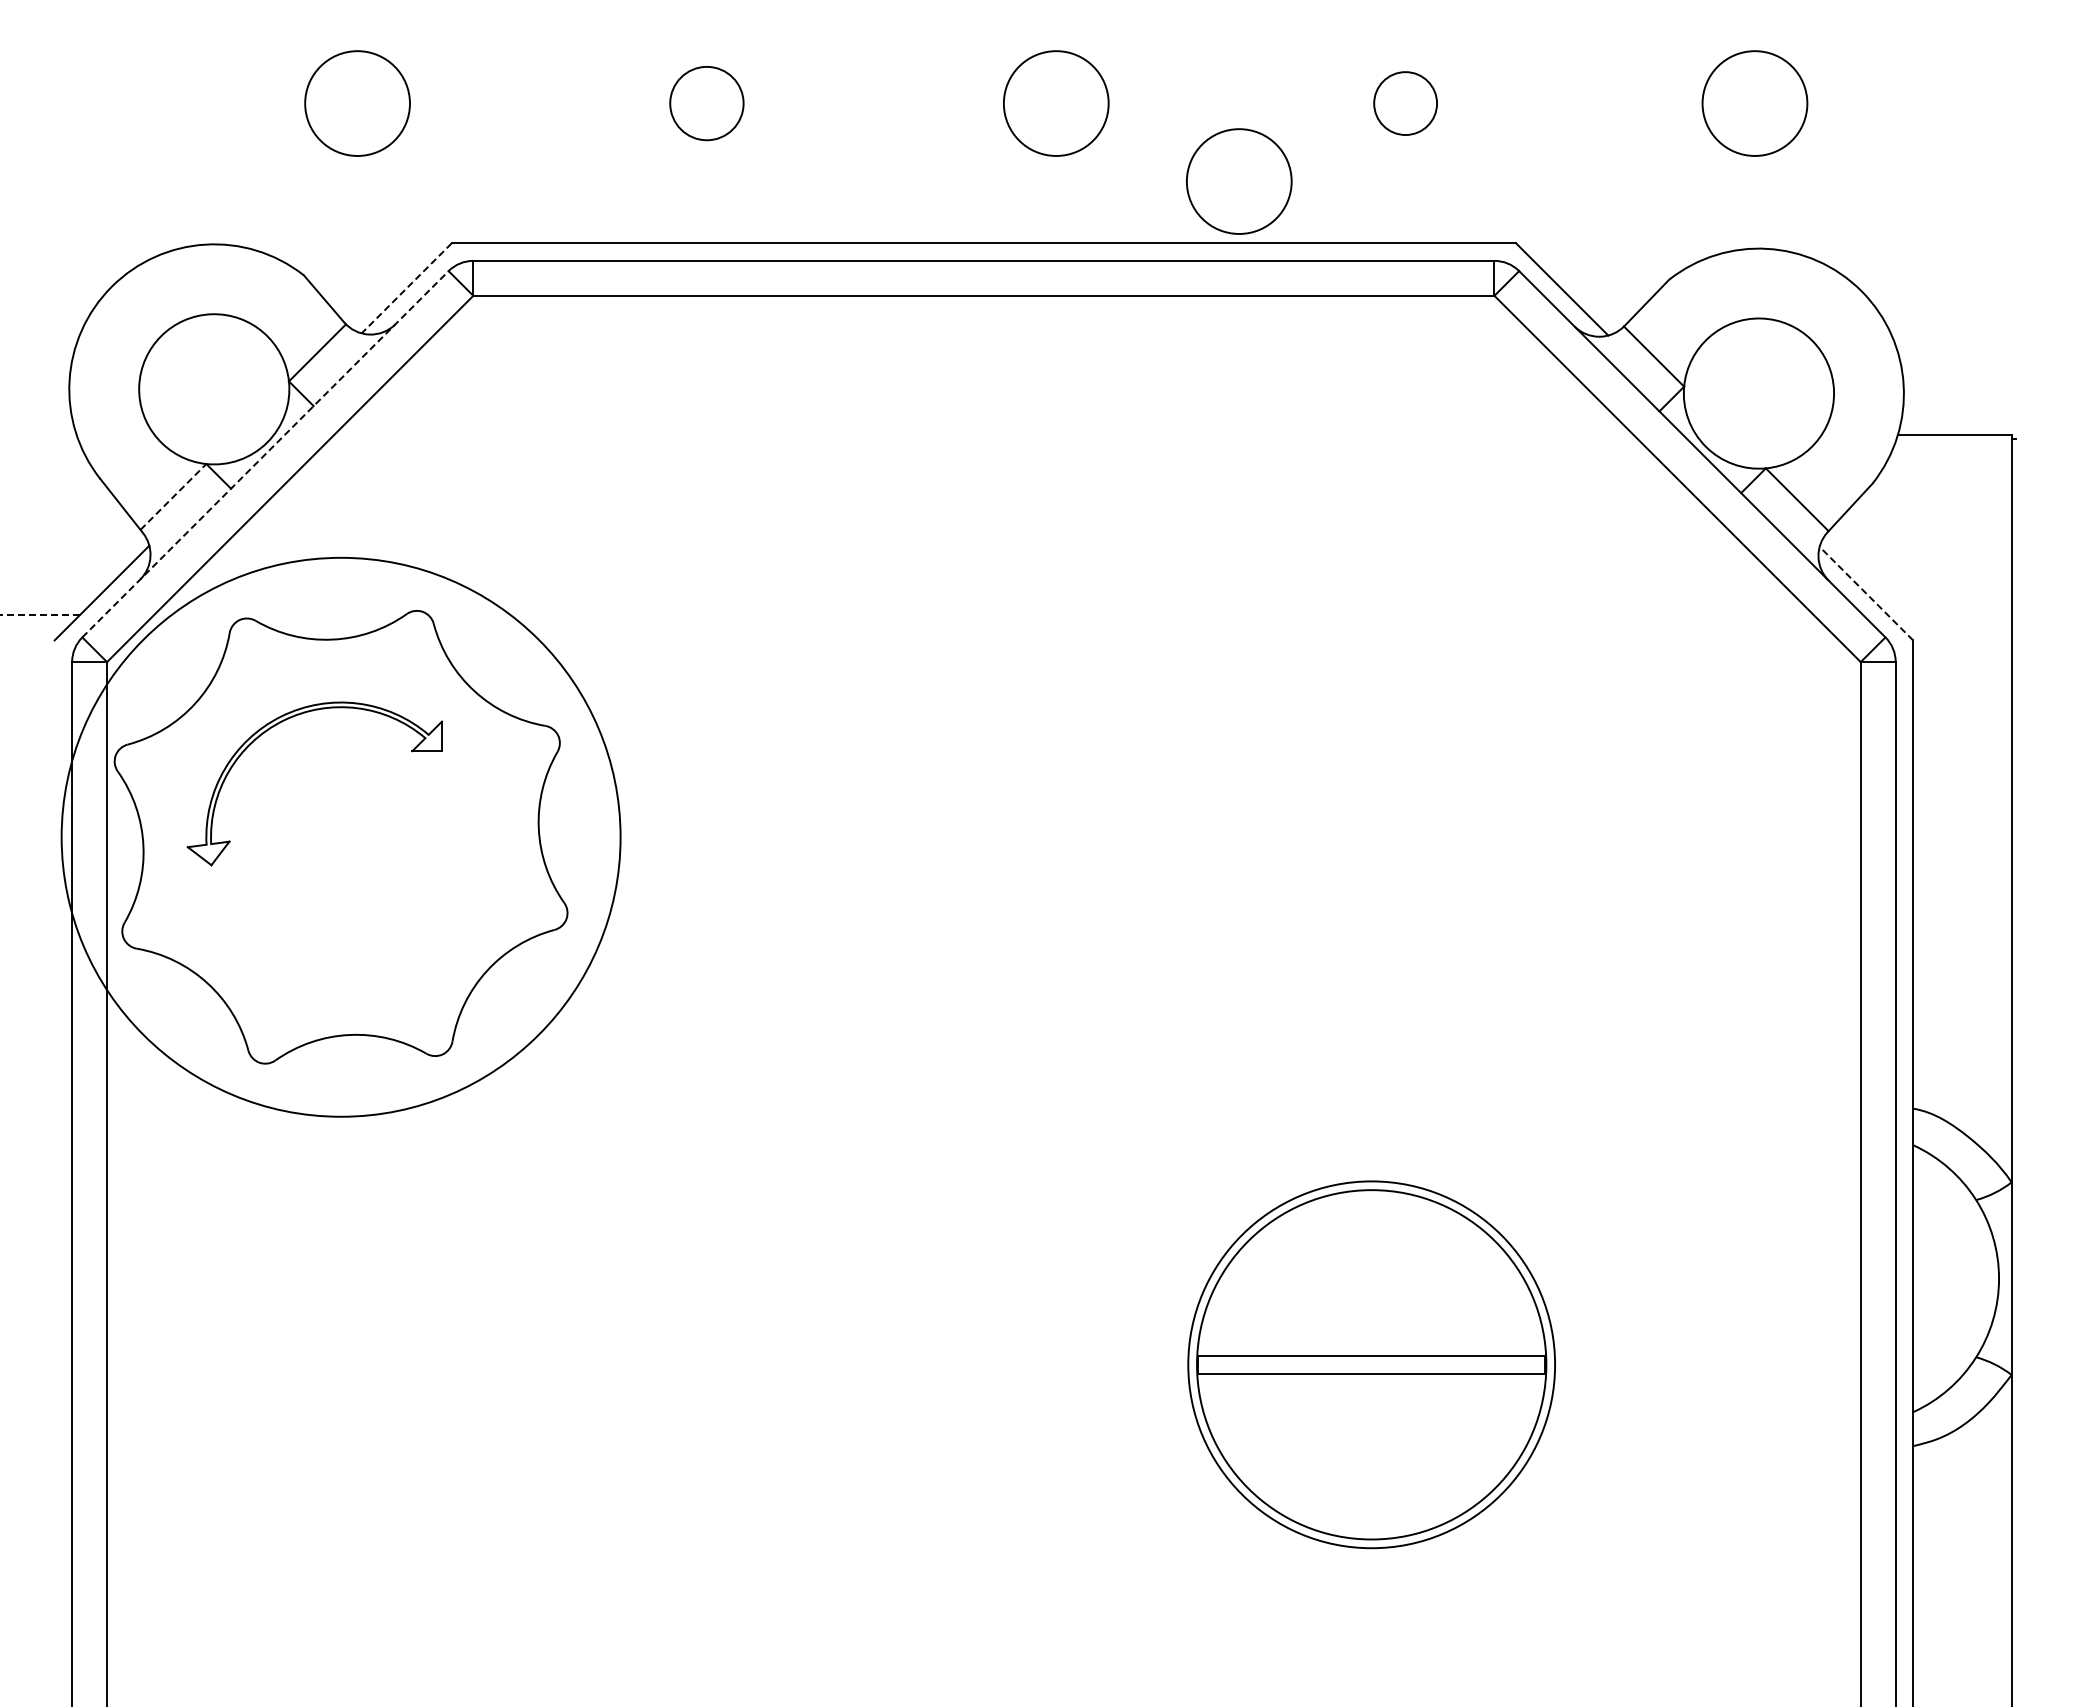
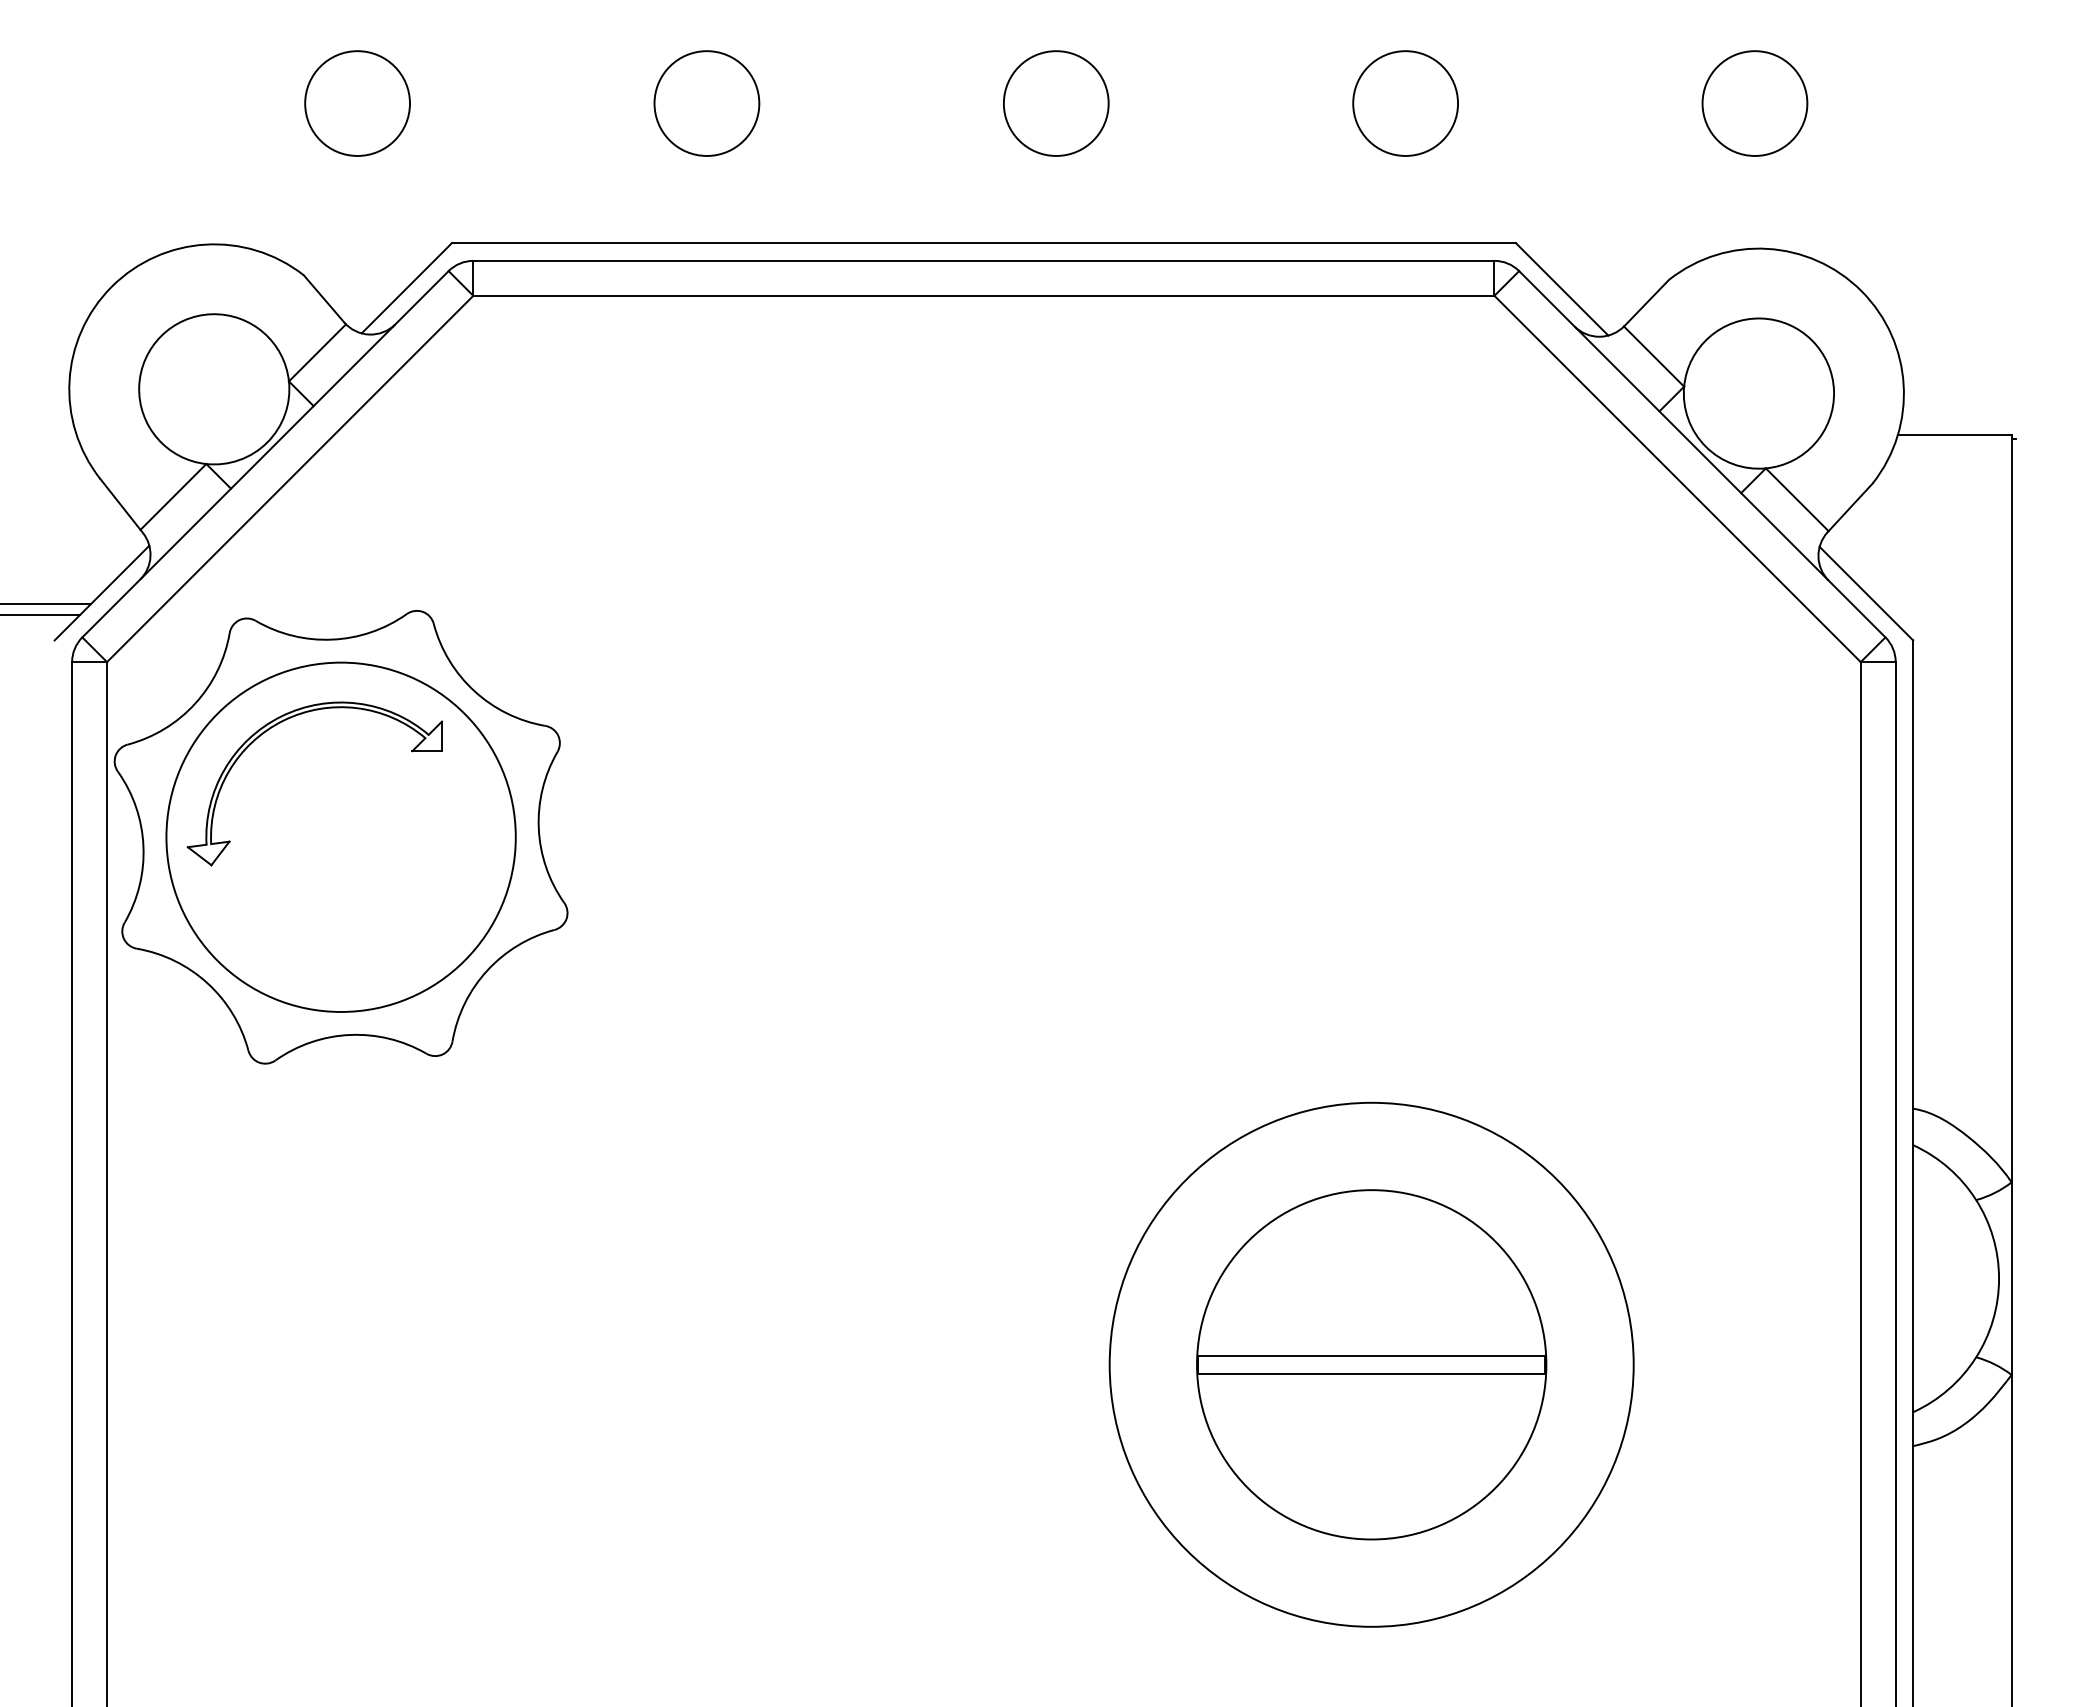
circle at (706, 103) diameter: 73 px -> 105 px
circle at (1405, 103) diameter: 63 px -> 105 px
circle at (1239, 181): present -> none
line at (406, 288): dashed -> solid
line at (265, 453): dashed -> solid
line at (173, 496): dashed -> solid
line at (1866, 593): dashed -> solid
line at (46, 604): none -> present
line at (39, 615): dashed -> solid
circle at (340, 836) diameter: 559 px -> 349 px
circle at (1371, 1364) diameter: 367 px -> 524 px
